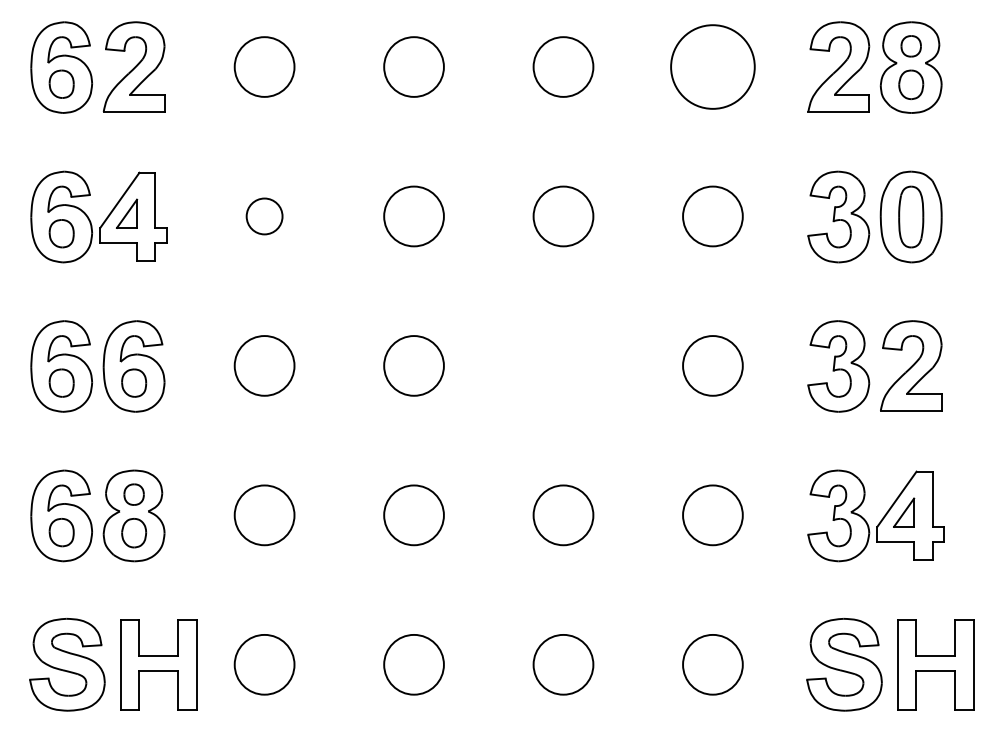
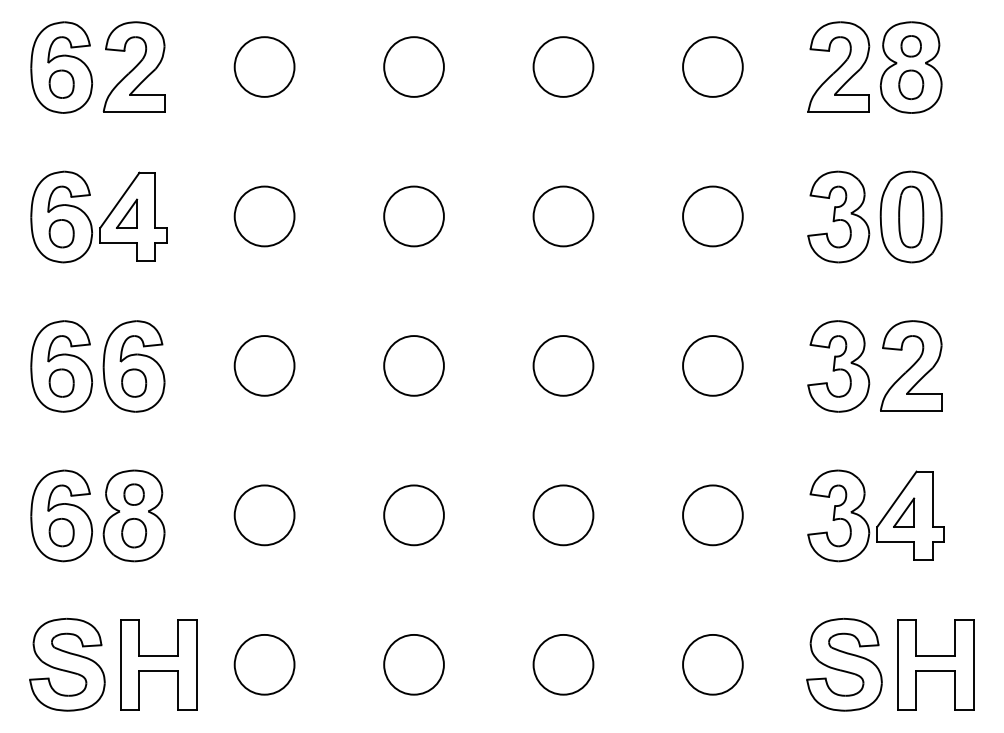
circle at (712, 66) diameter: 84 px -> 60 px
circle at (264, 216) diameter: 36 px -> 60 px
circle at (563, 365): none -> present
